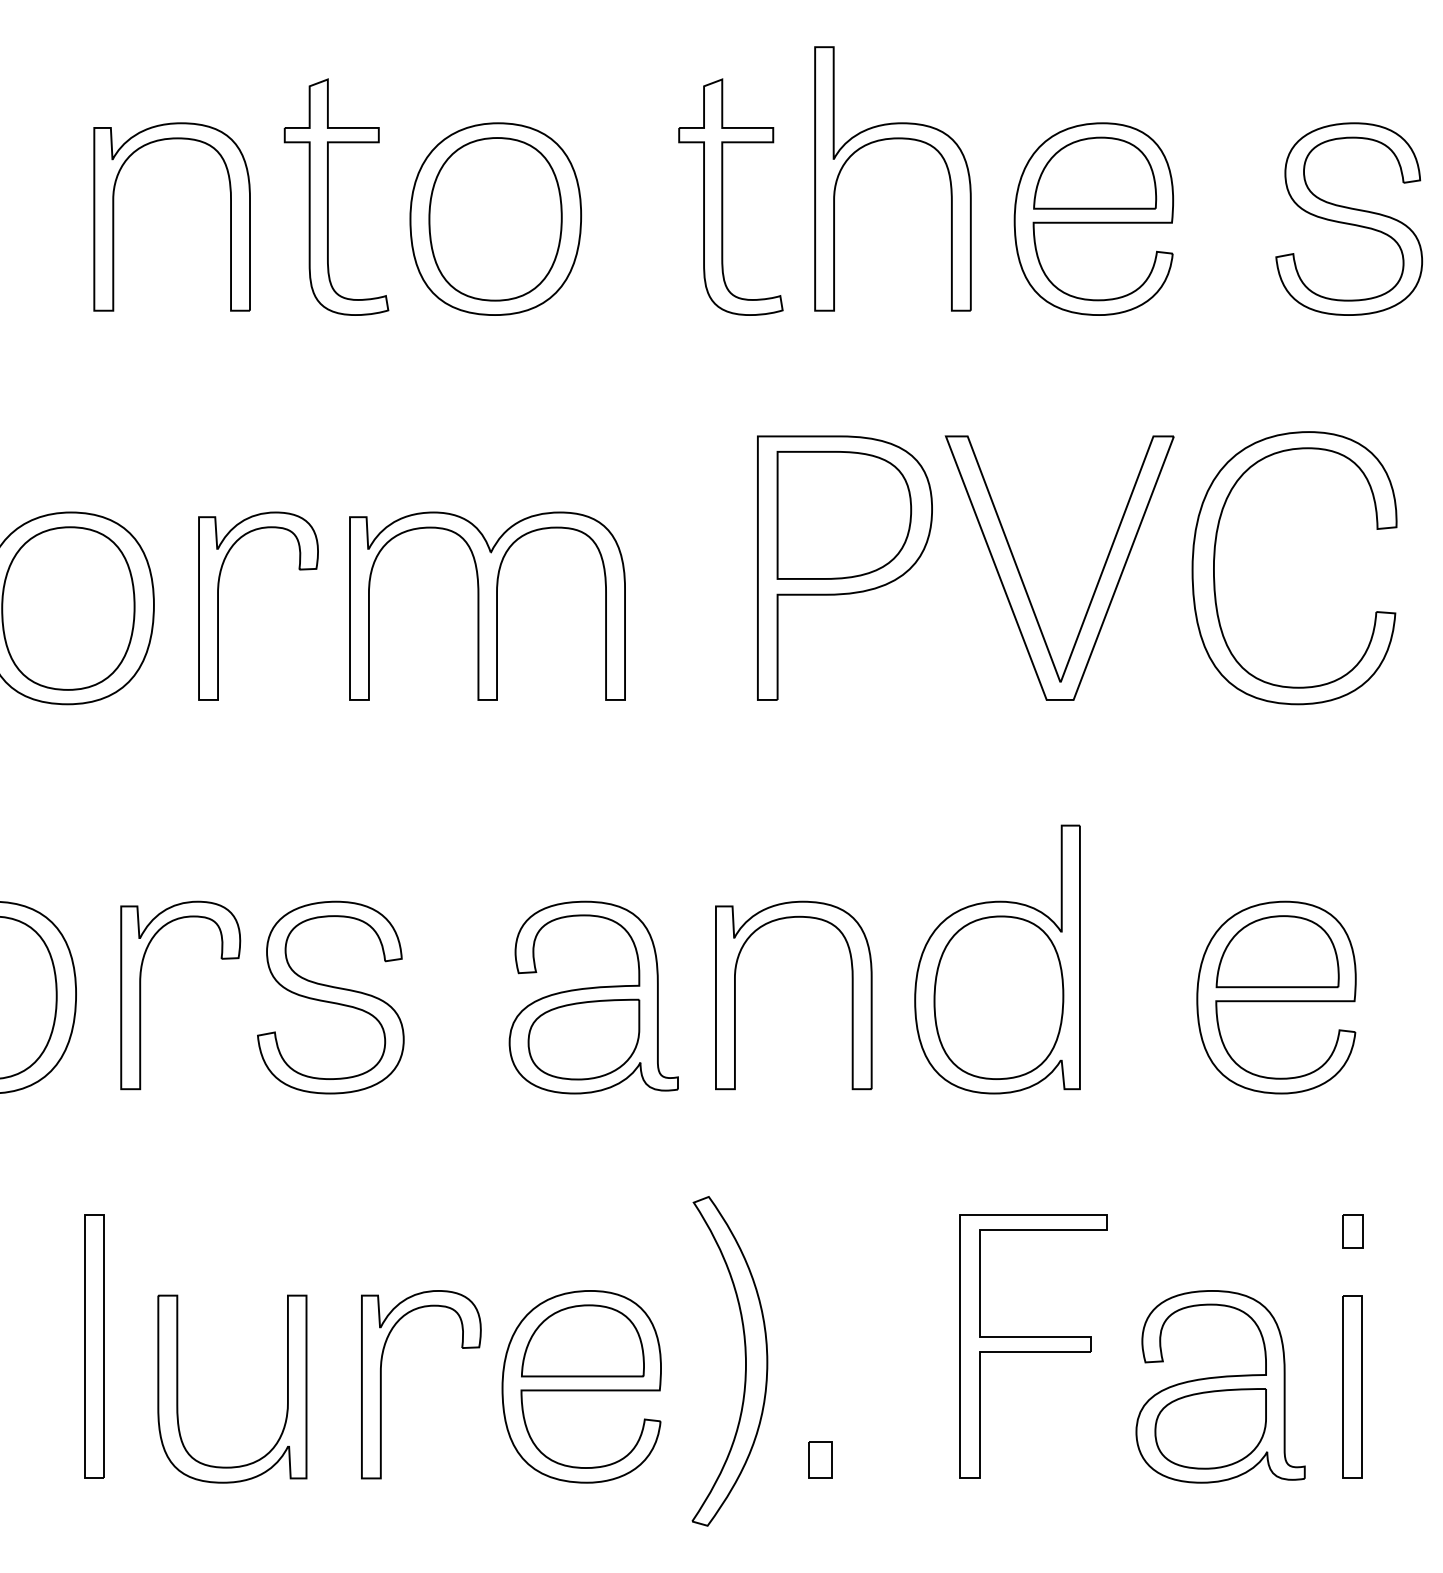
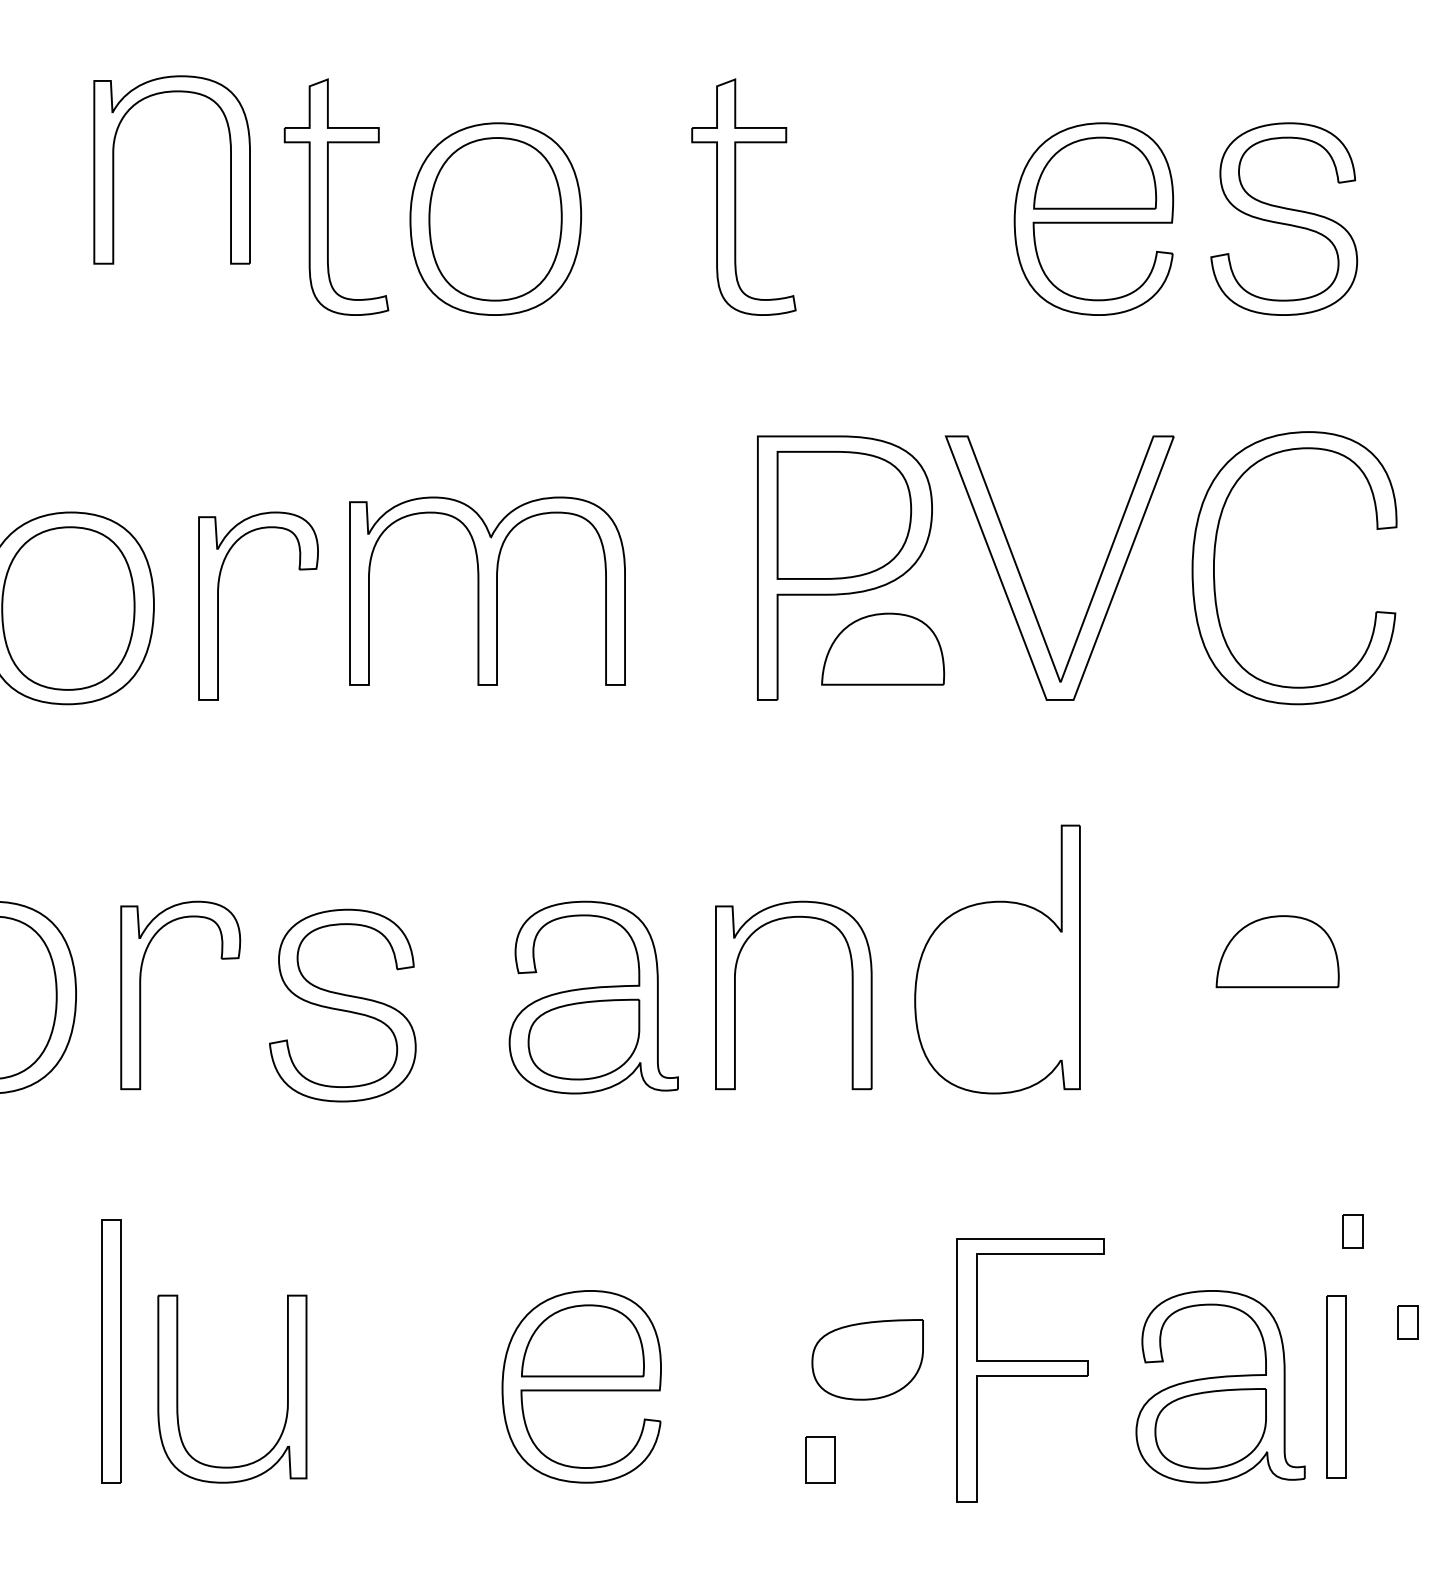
part at (885, 140): present -> none
part at (723, 196) position: (723, 196) -> (736, 196)
part at (114, 216) position: (114, 216) -> (114, 169)
part at (1349, 218) position: (1349, 218) -> (1284, 218)
part at (487, 605) position: (487, 605) -> (487, 590)
part at (883, 648): none -> present
part at (330, 997) position: (330, 997) -> (342, 1005)
part at (998, 997): present -> none
part at (1276, 997): present -> none
part at (1407, 1322): none -> present
part at (94, 1346) position: (94, 1346) -> (111, 1351)
part at (1033, 1346) position: (1033, 1346) -> (1030, 1370)
part at (867, 1359): none -> present
part at (745, 1361): present -> none
part at (381, 1384): present -> none
part at (1352, 1386) position: (1352, 1386) -> (1336, 1386)
part at (820, 1459) size: 25x38 px -> 31x48 px
